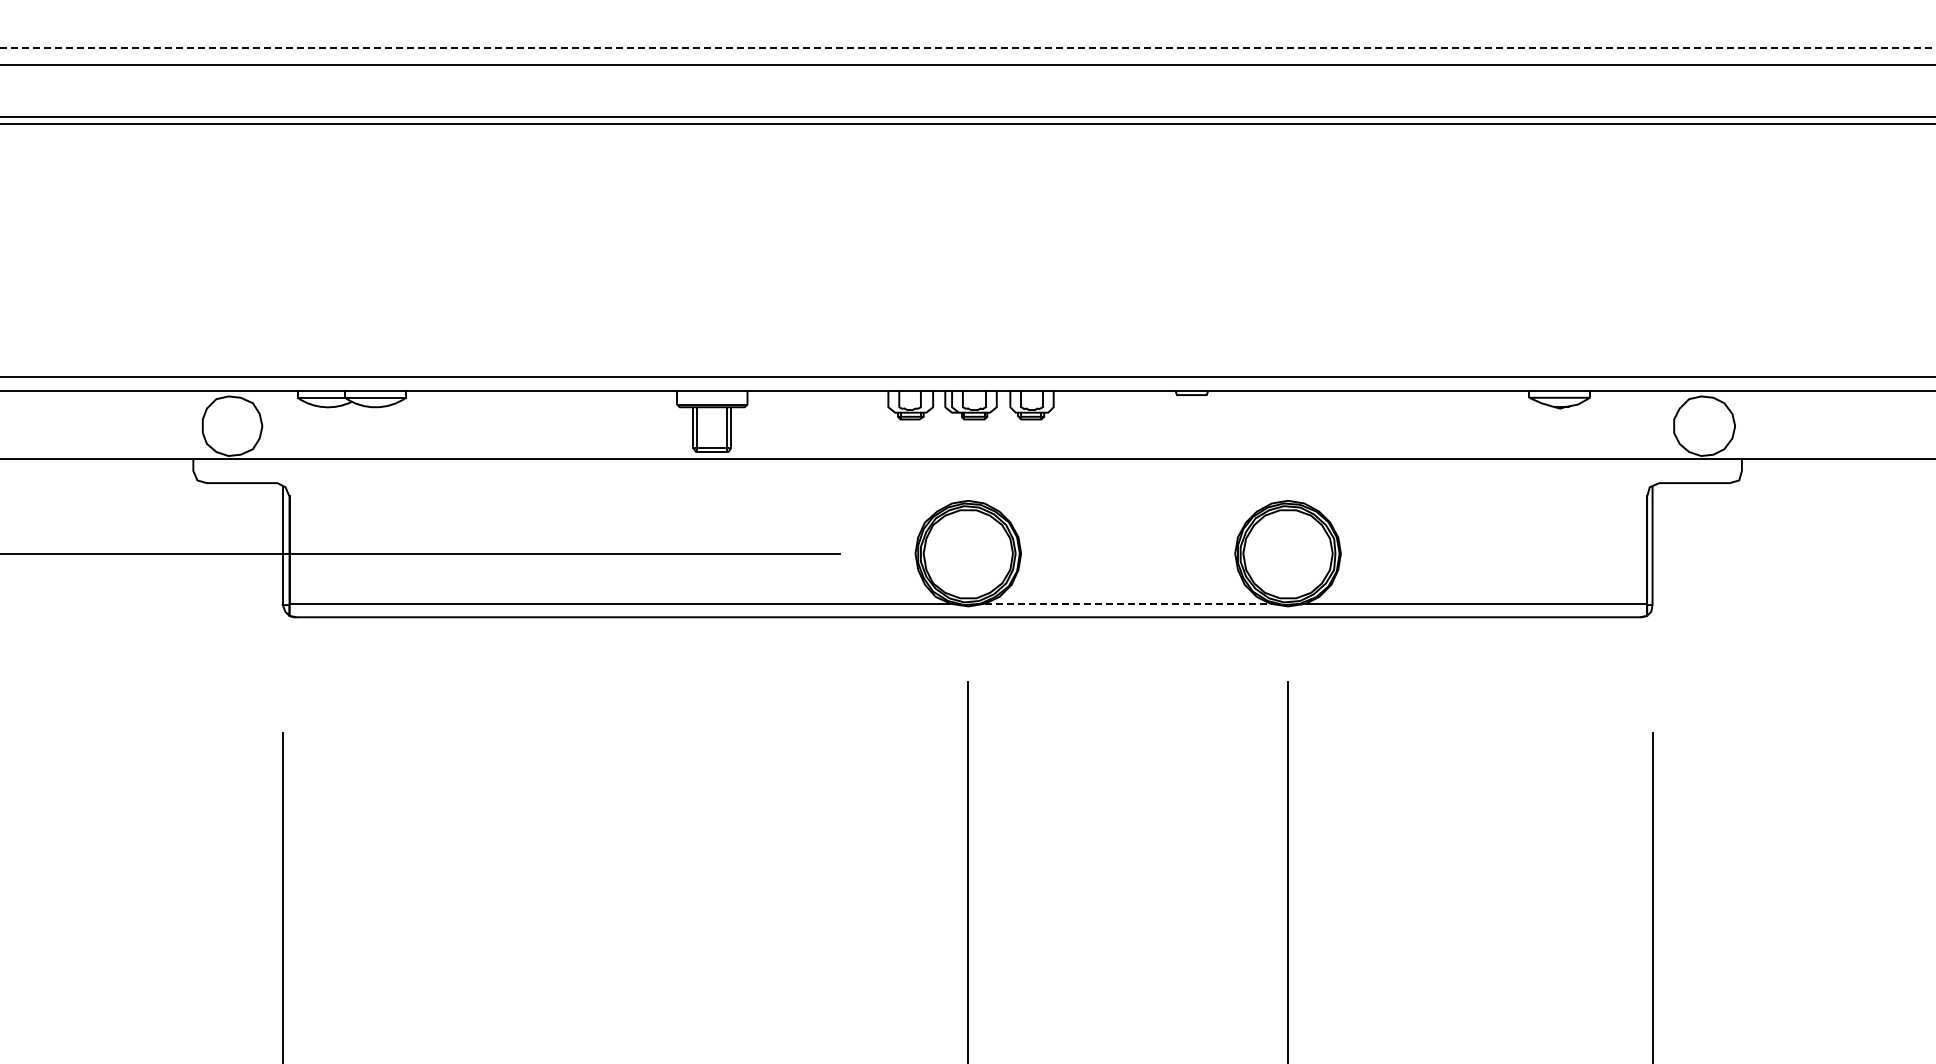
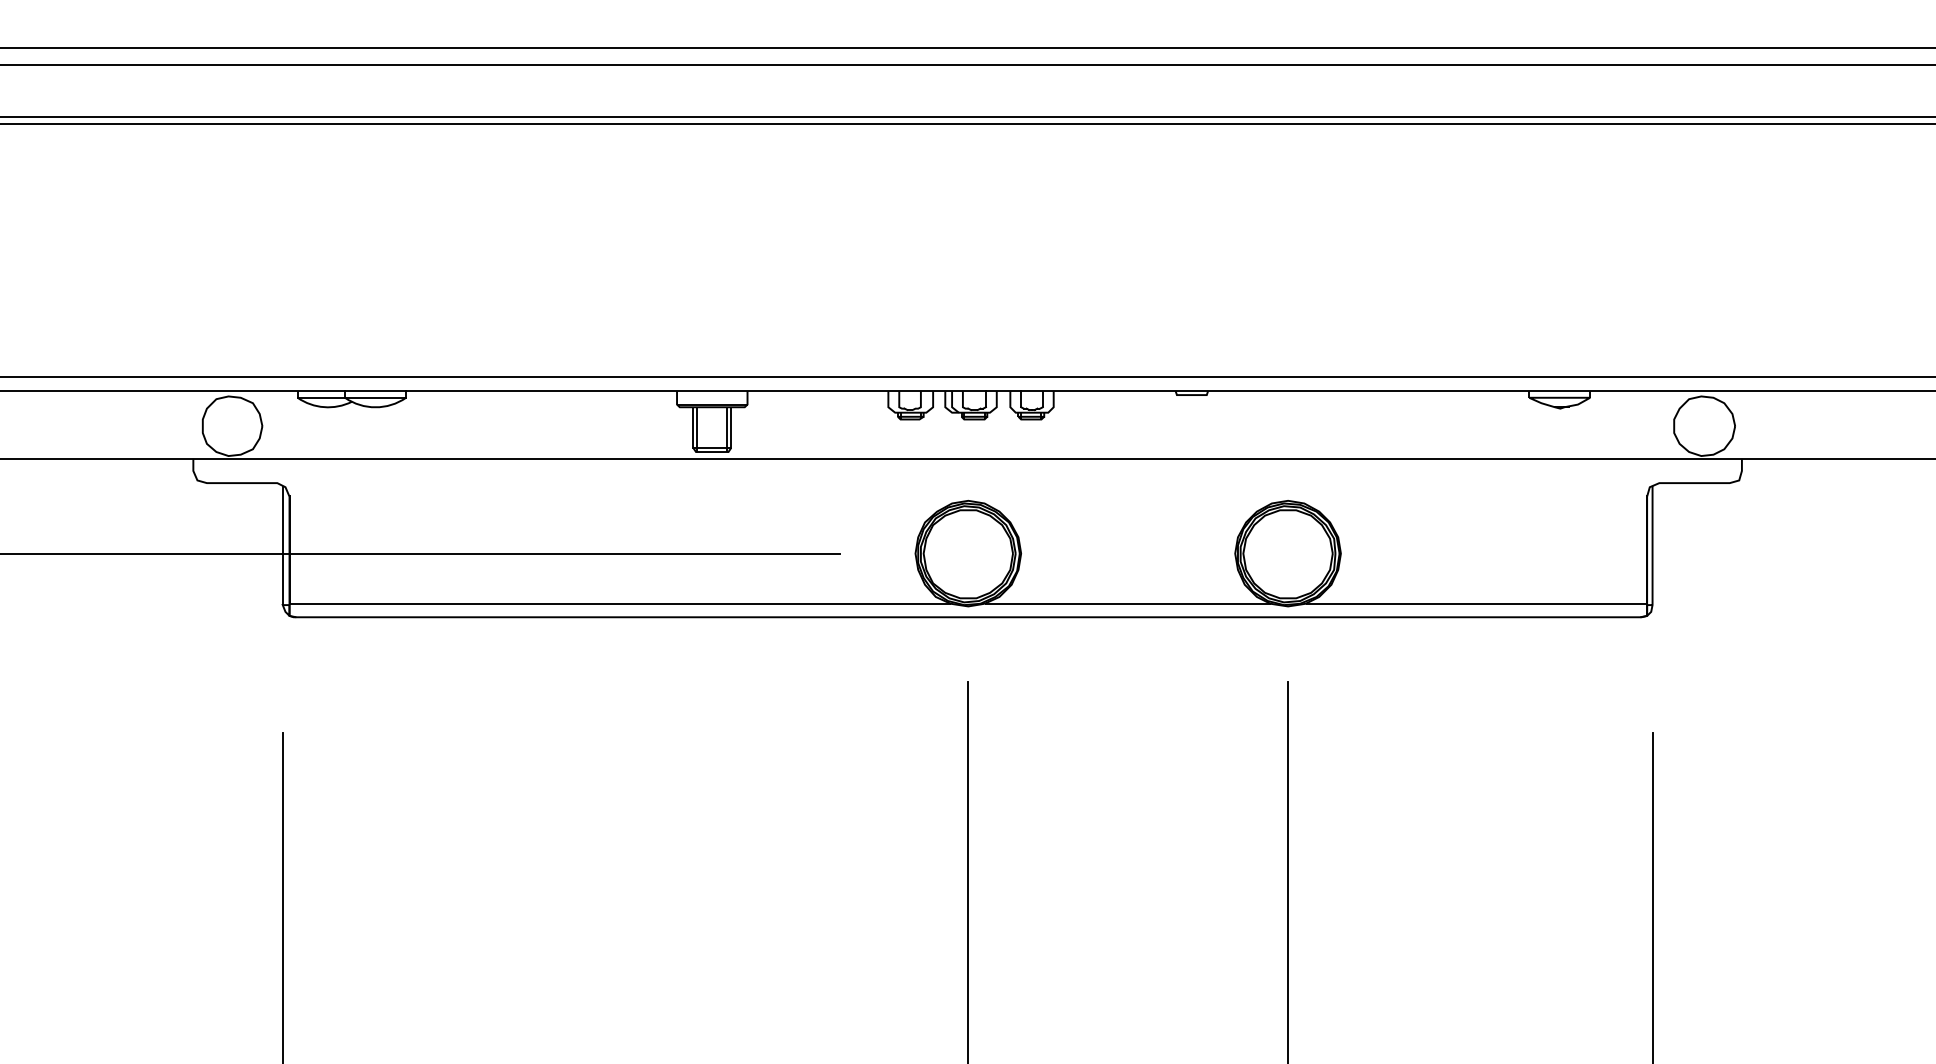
line at (967, 48): dashed -> solid
line at (1127, 603): dashed -> solid
